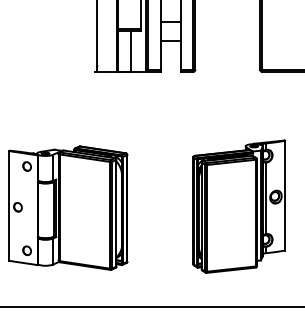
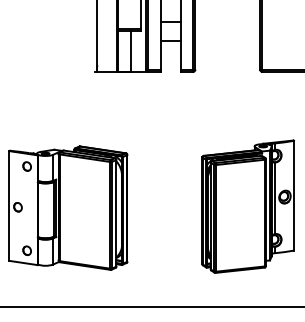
part at (238, 206) position: (238, 206) -> (247, 206)
